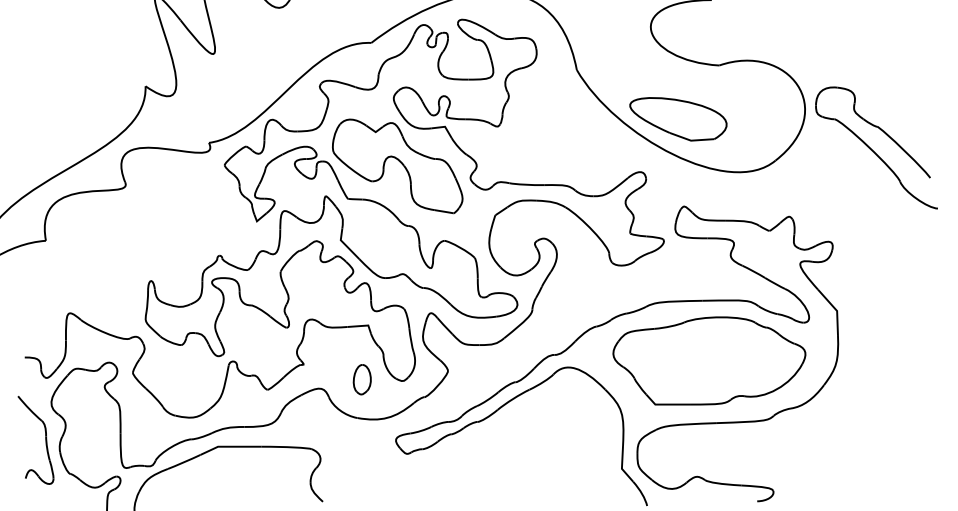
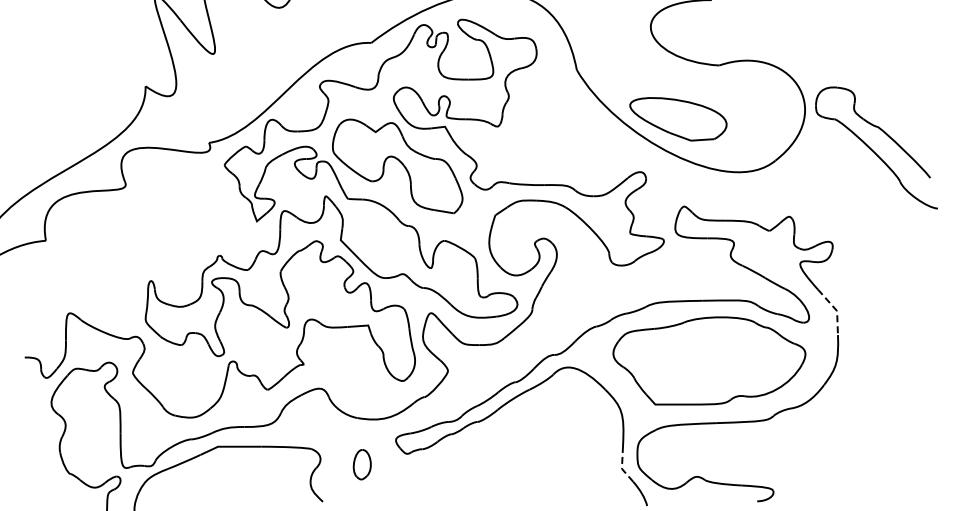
line at (836, 310): solid -> dashed
part at (361, 379) position: (361, 379) -> (361, 464)
part at (45, 440): present -> none
line at (622, 466): solid -> dashed
